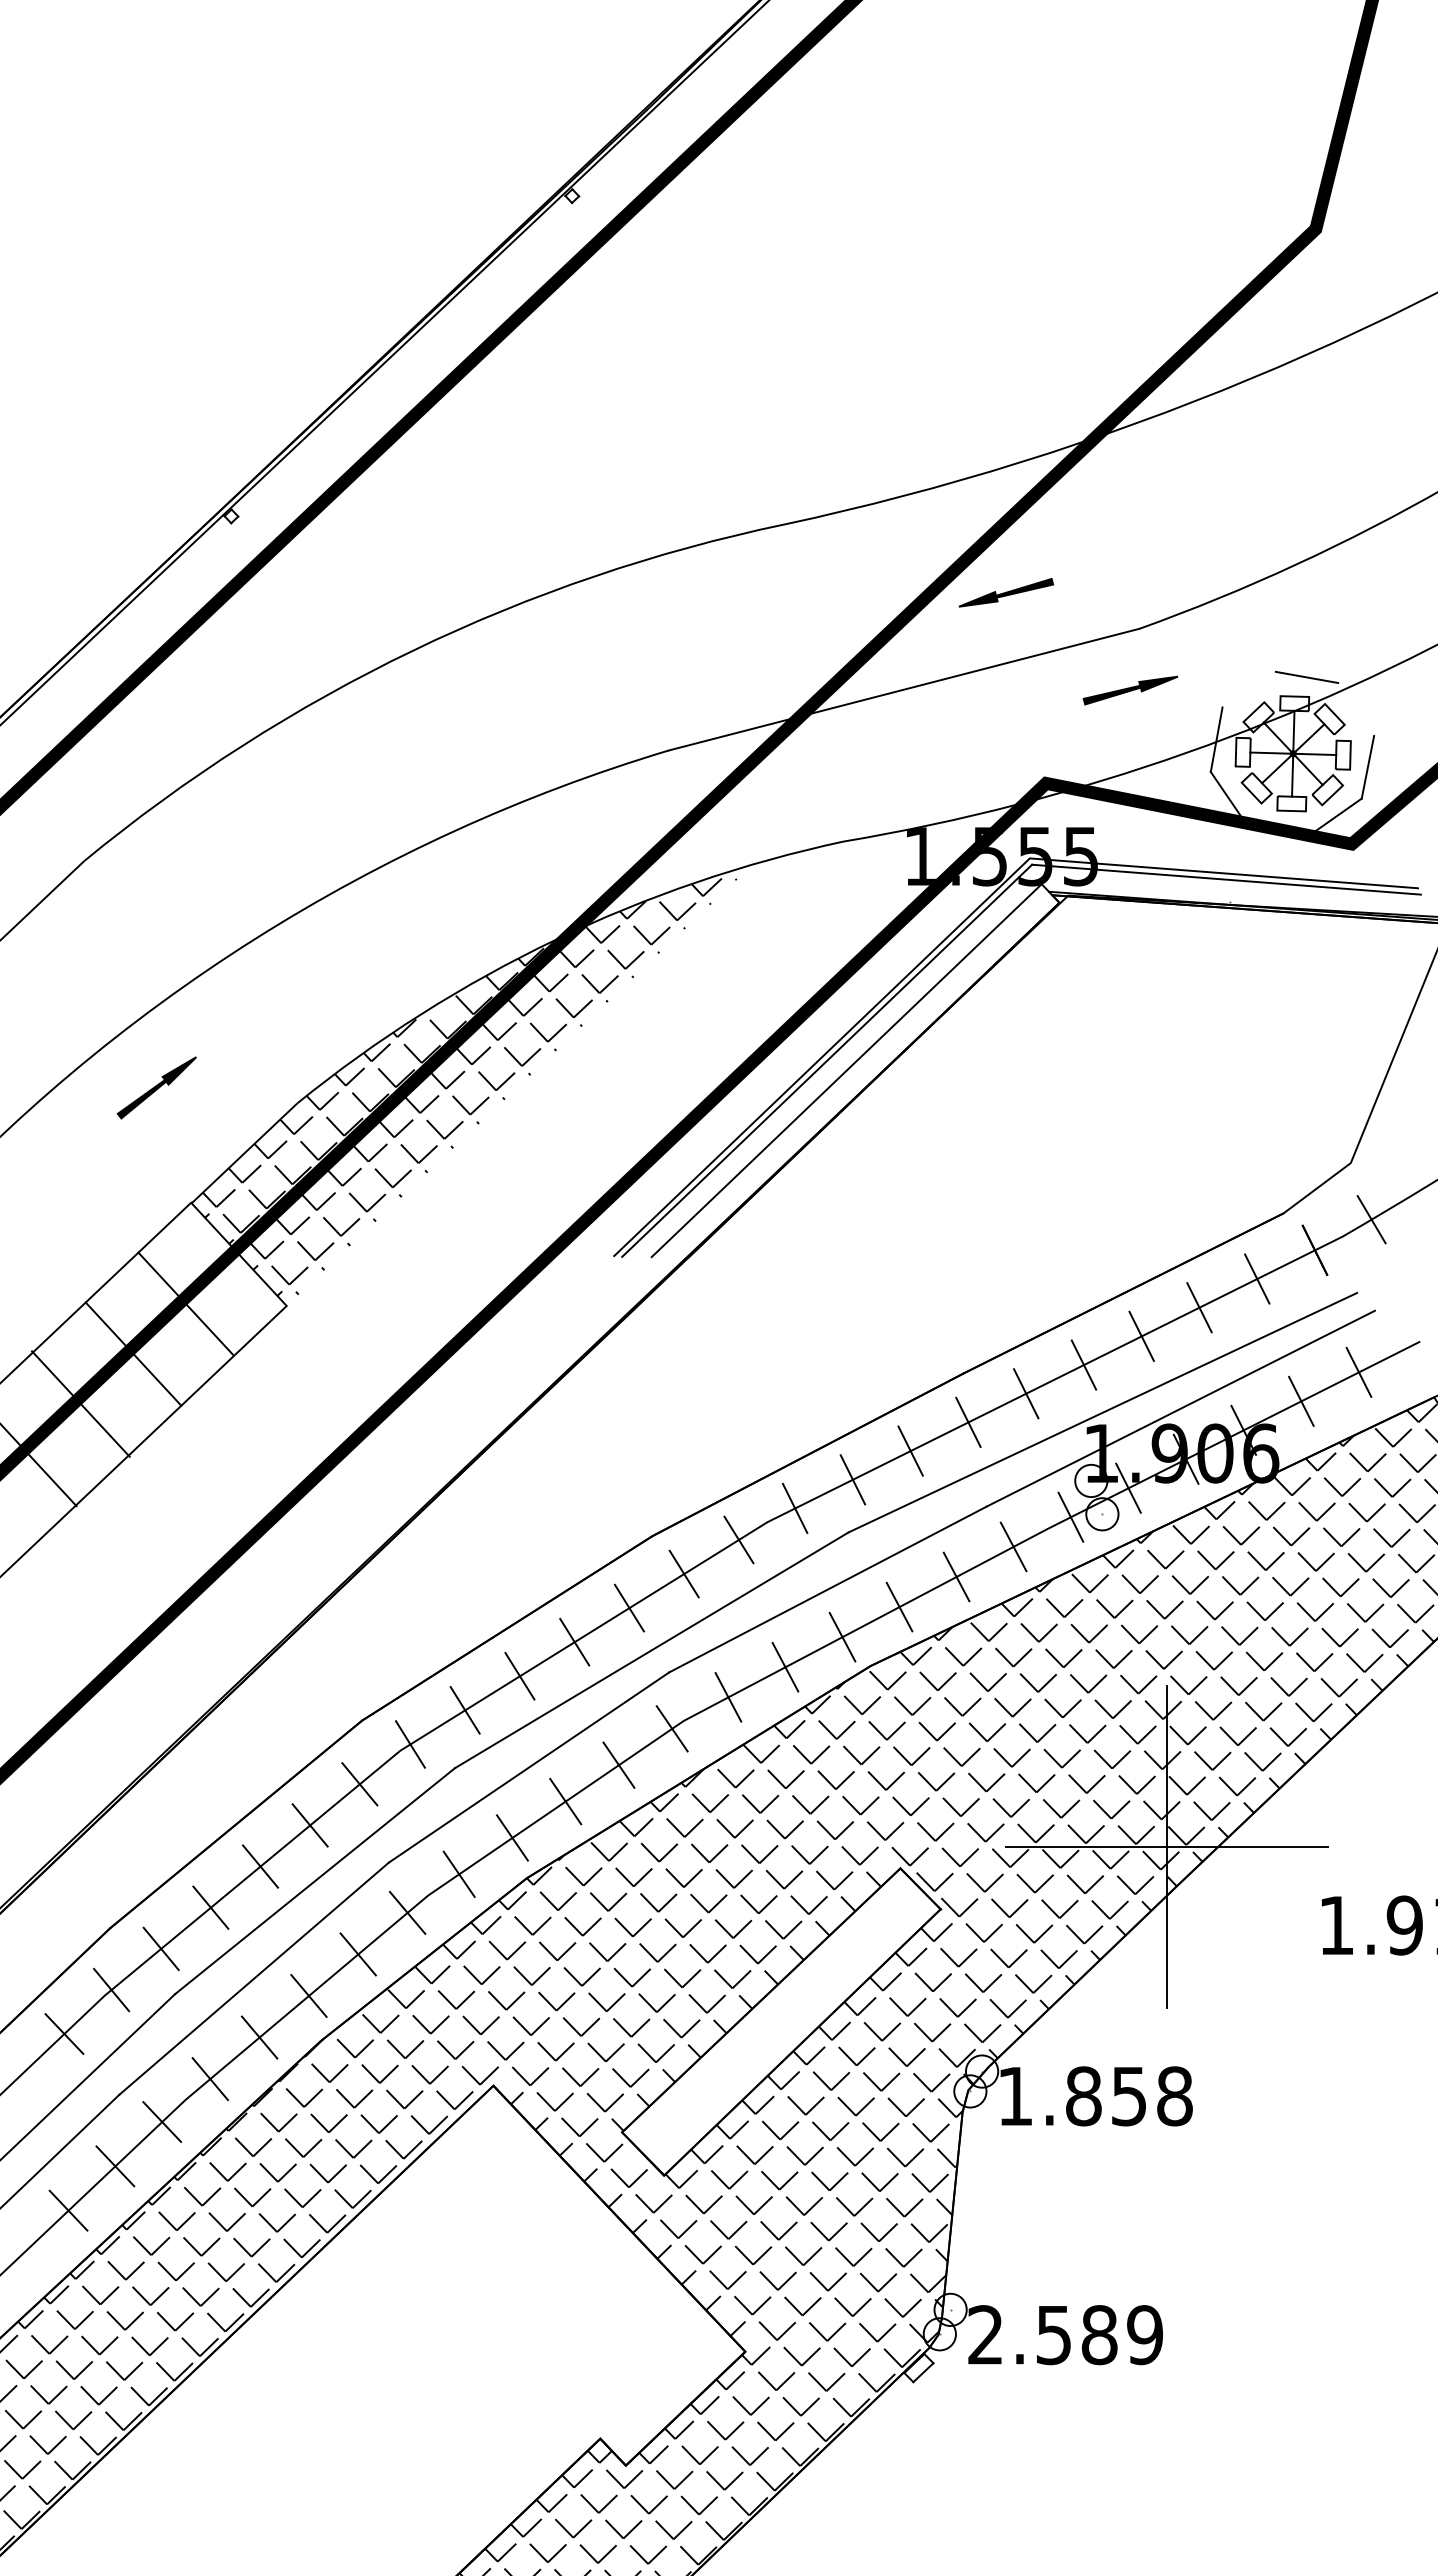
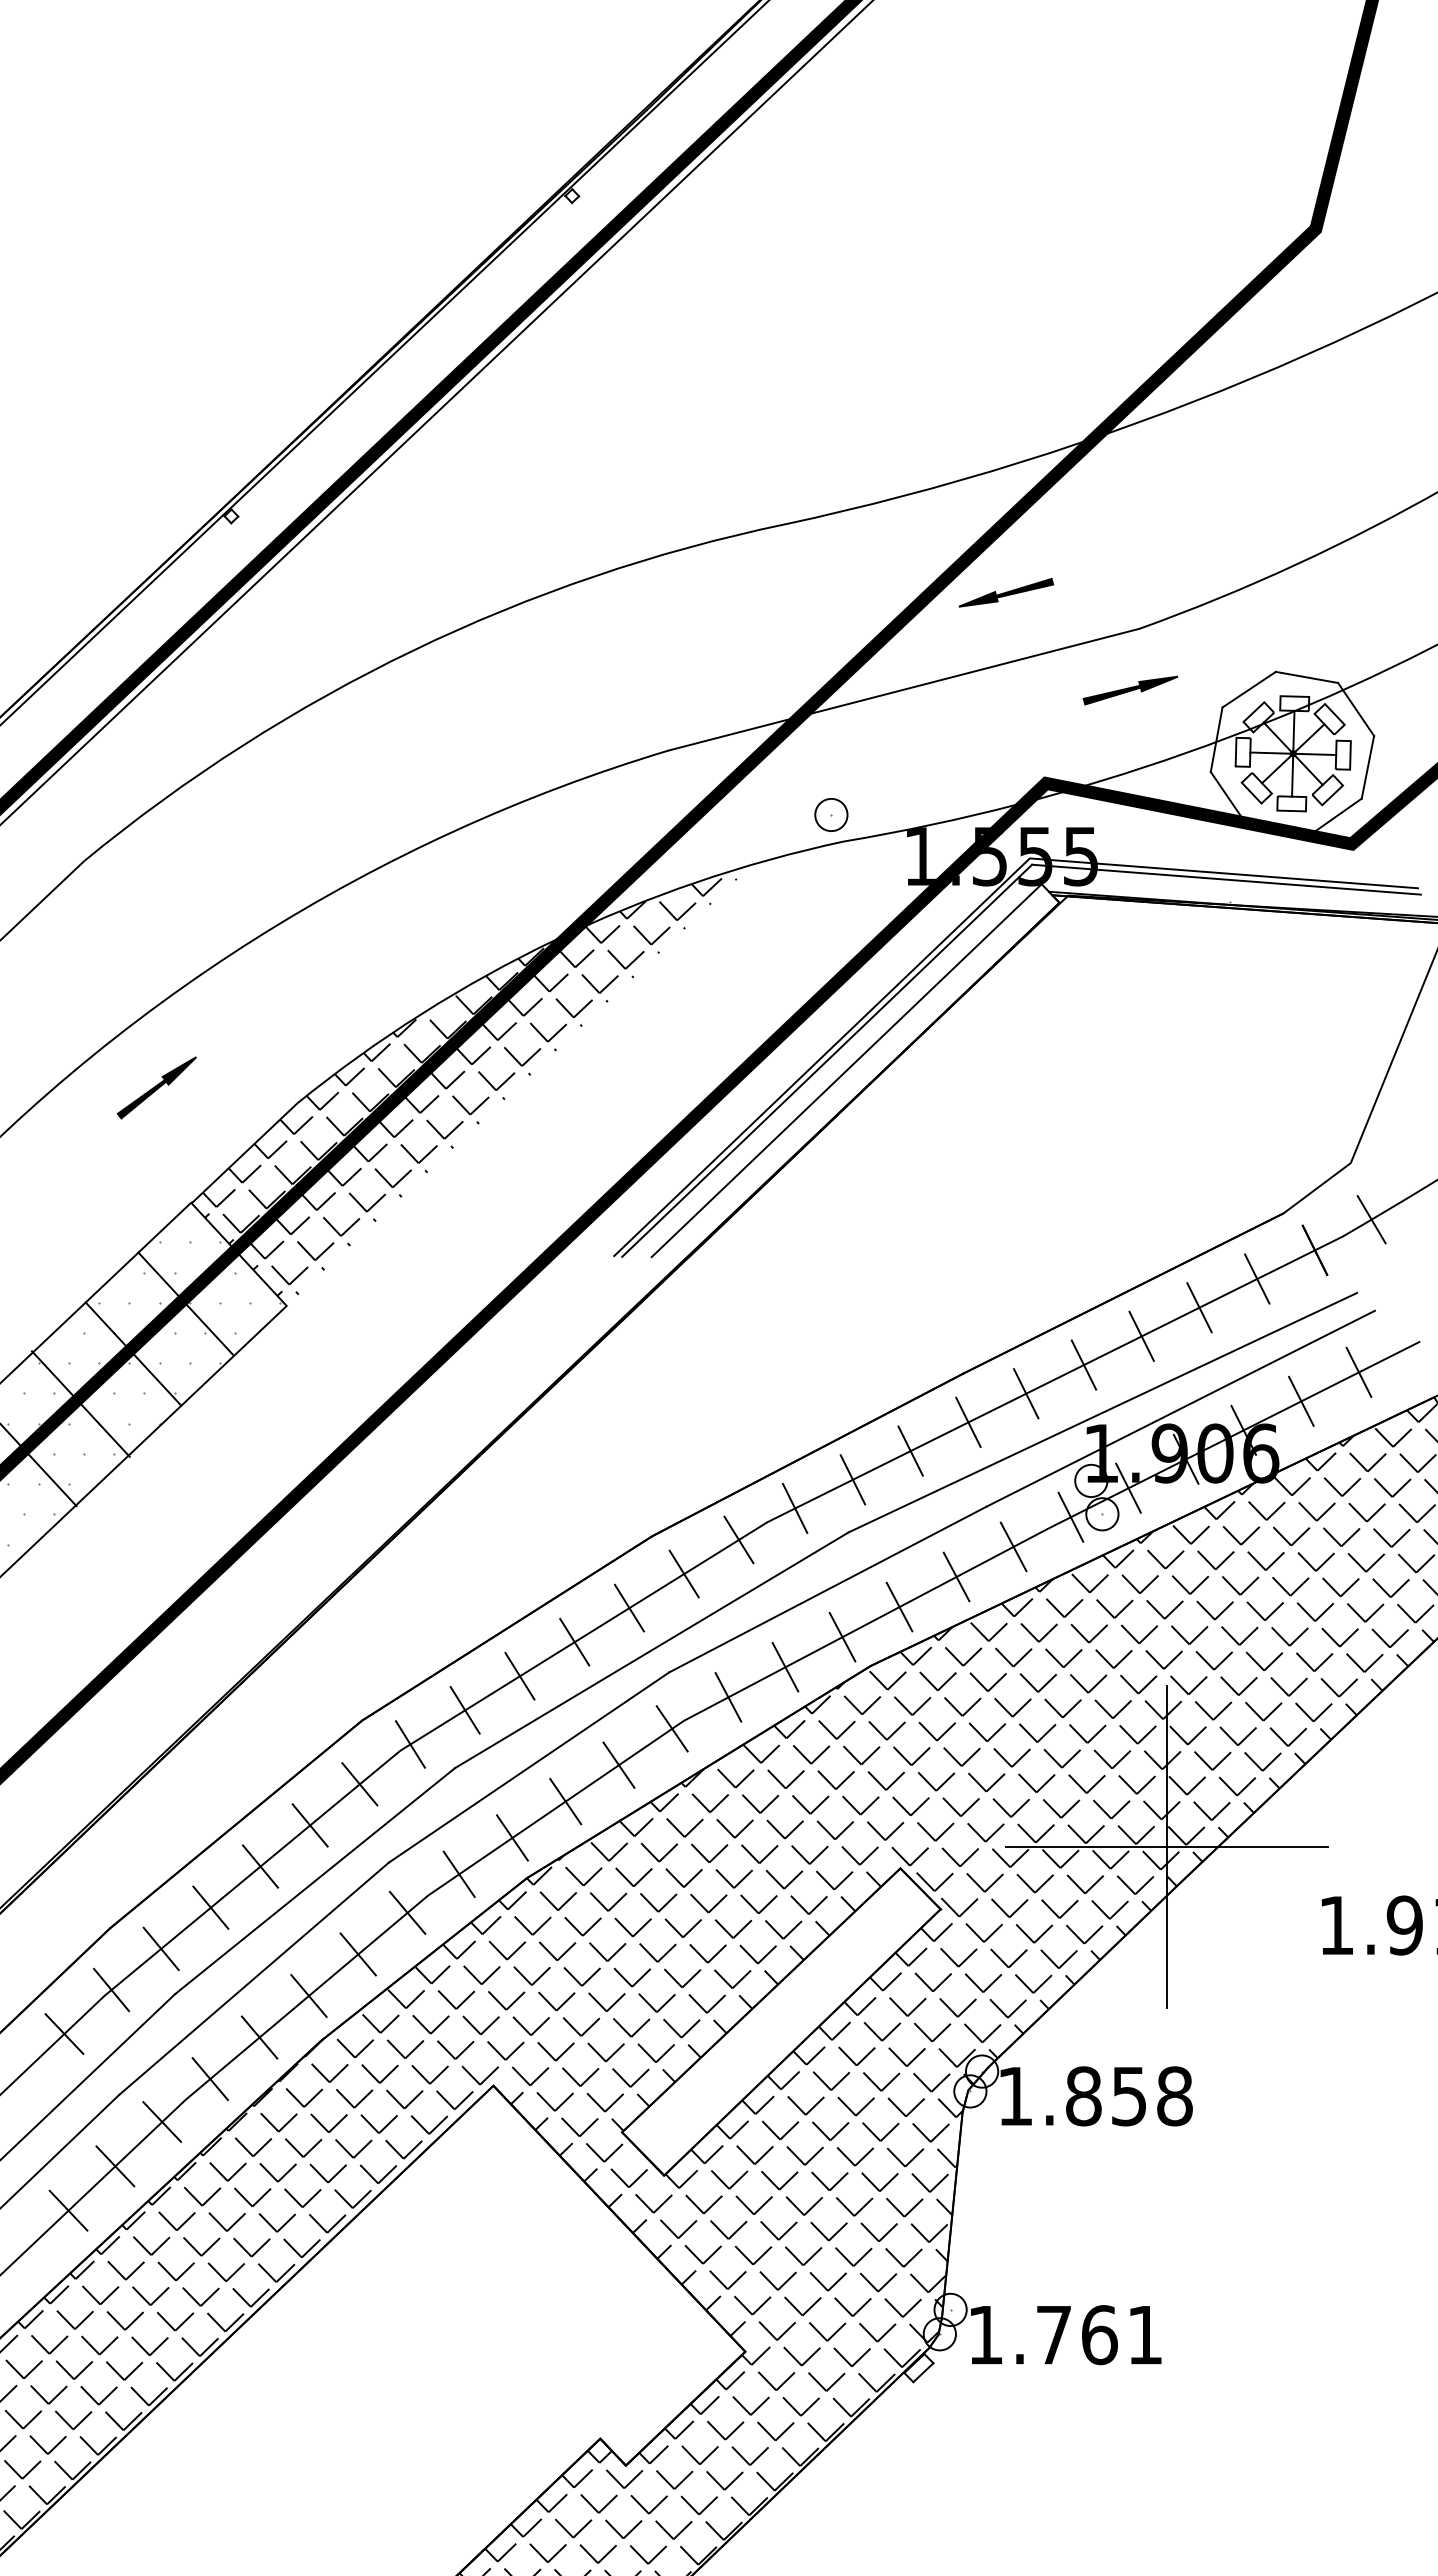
line at (436, 412): none -> present
line at (1248, 689): none -> present
line at (1356, 709): none -> present
part at (831, 814): none -> present
hatch at (144, 1393): none -> present
text at (1065, 2335): 2.589 -> 1.761
